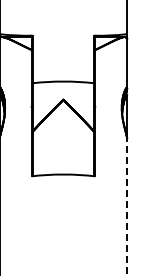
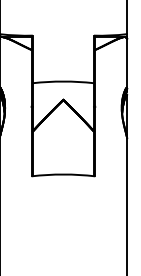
line at (127, 206): dashed -> solid
